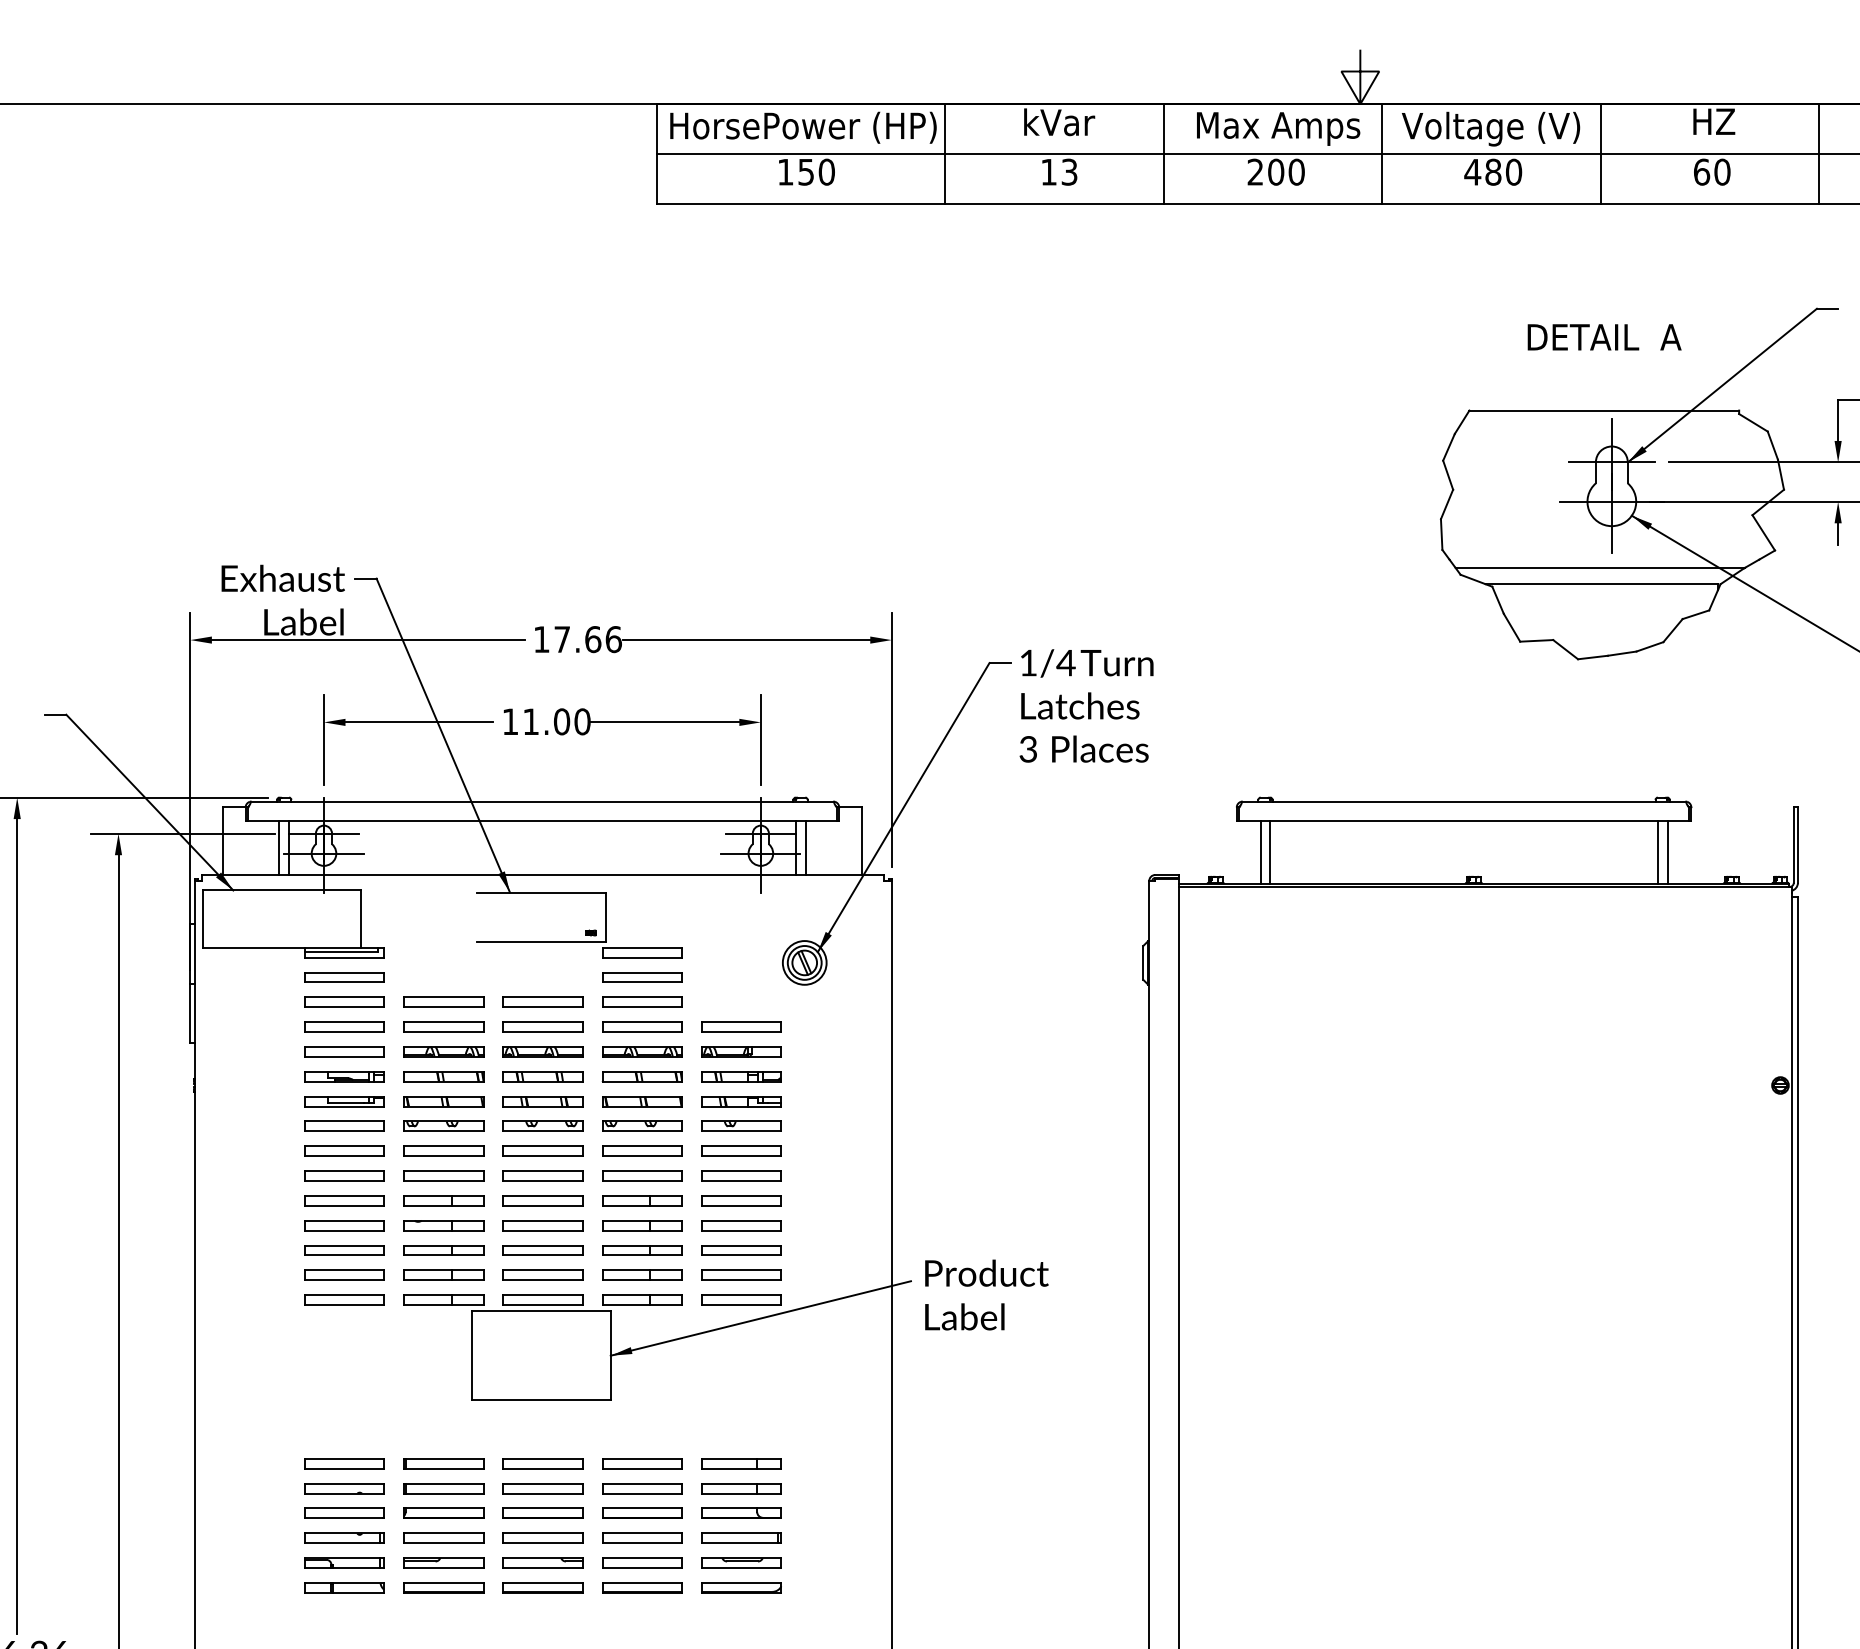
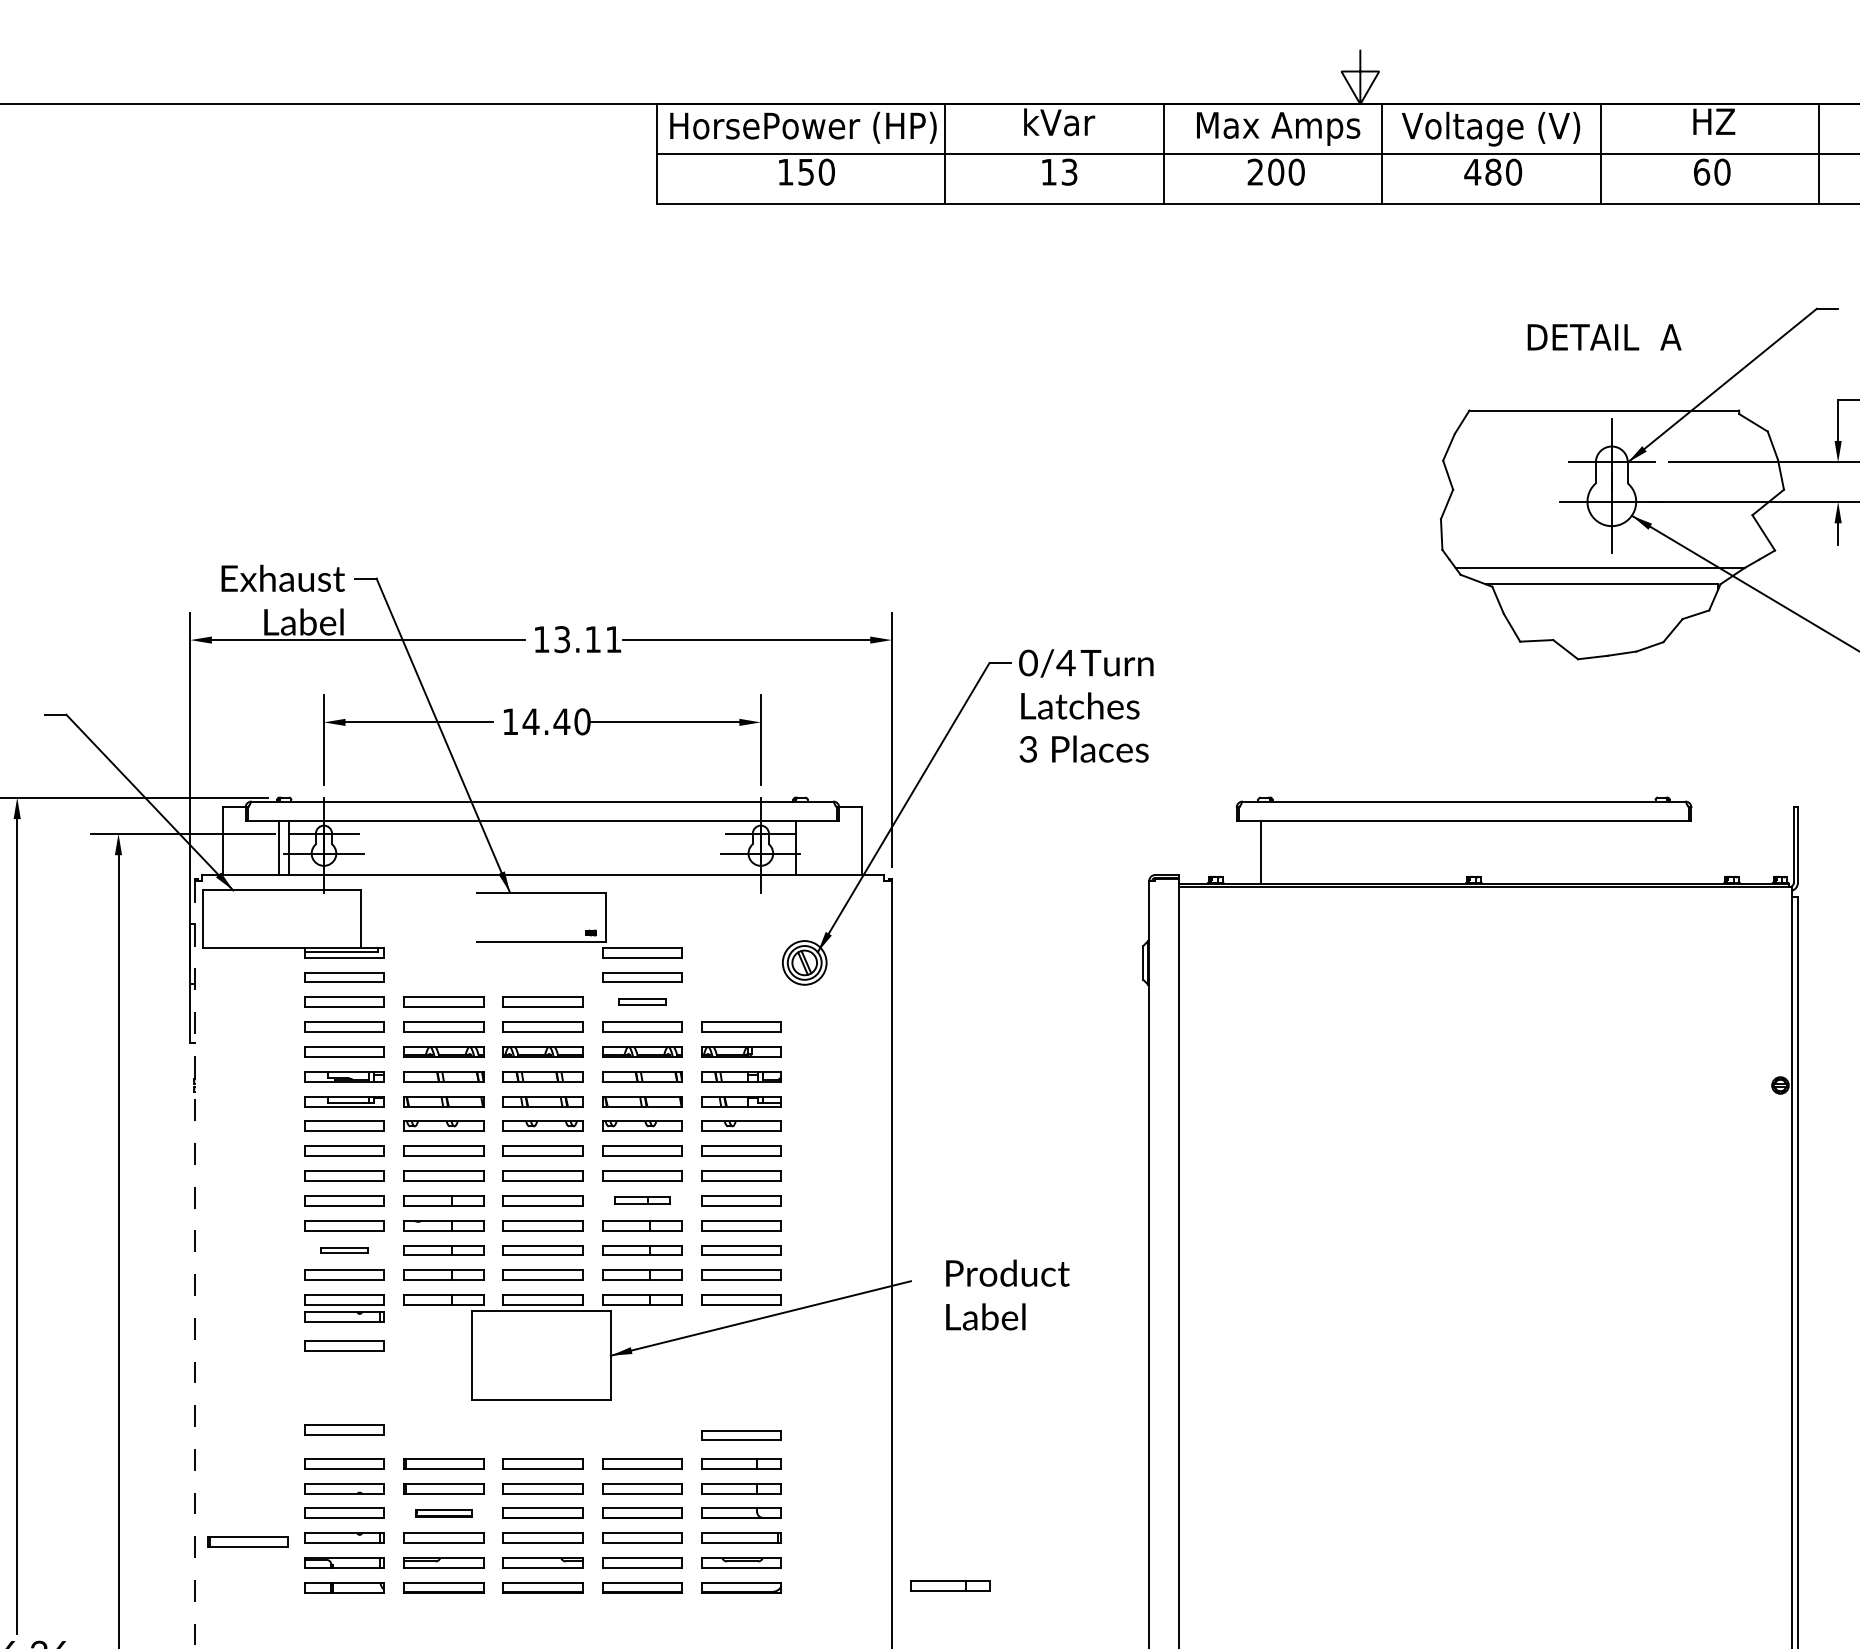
text at (587, 639): 17.66 -> 13.11
text at (1028, 662): 1/4 -> 0/4
text at (546, 721): 11.00 -> 14.40
line at (805, 848): present -> none
line at (1270, 852): present -> none
line at (1657, 852): present -> none
line at (1667, 852): present -> none
part at (642, 1001) size: 81x12 px -> 49x8 px
part at (642, 1200) size: 81x12 px -> 57x9 px
part at (344, 1250) size: 81x11 px -> 49x7 px
line at (194, 1264): solid -> dashed
text at (986, 1294) position: (986, 1294) -> (1007, 1294)
part at (344, 1316): none -> present
part at (344, 1345): none -> present
part at (344, 1429): none -> present
part at (741, 1435): none -> present
part at (443, 1512) size: 82x12 px -> 58x9 px
part at (247, 1541): none -> present
part at (950, 1585): none -> present
